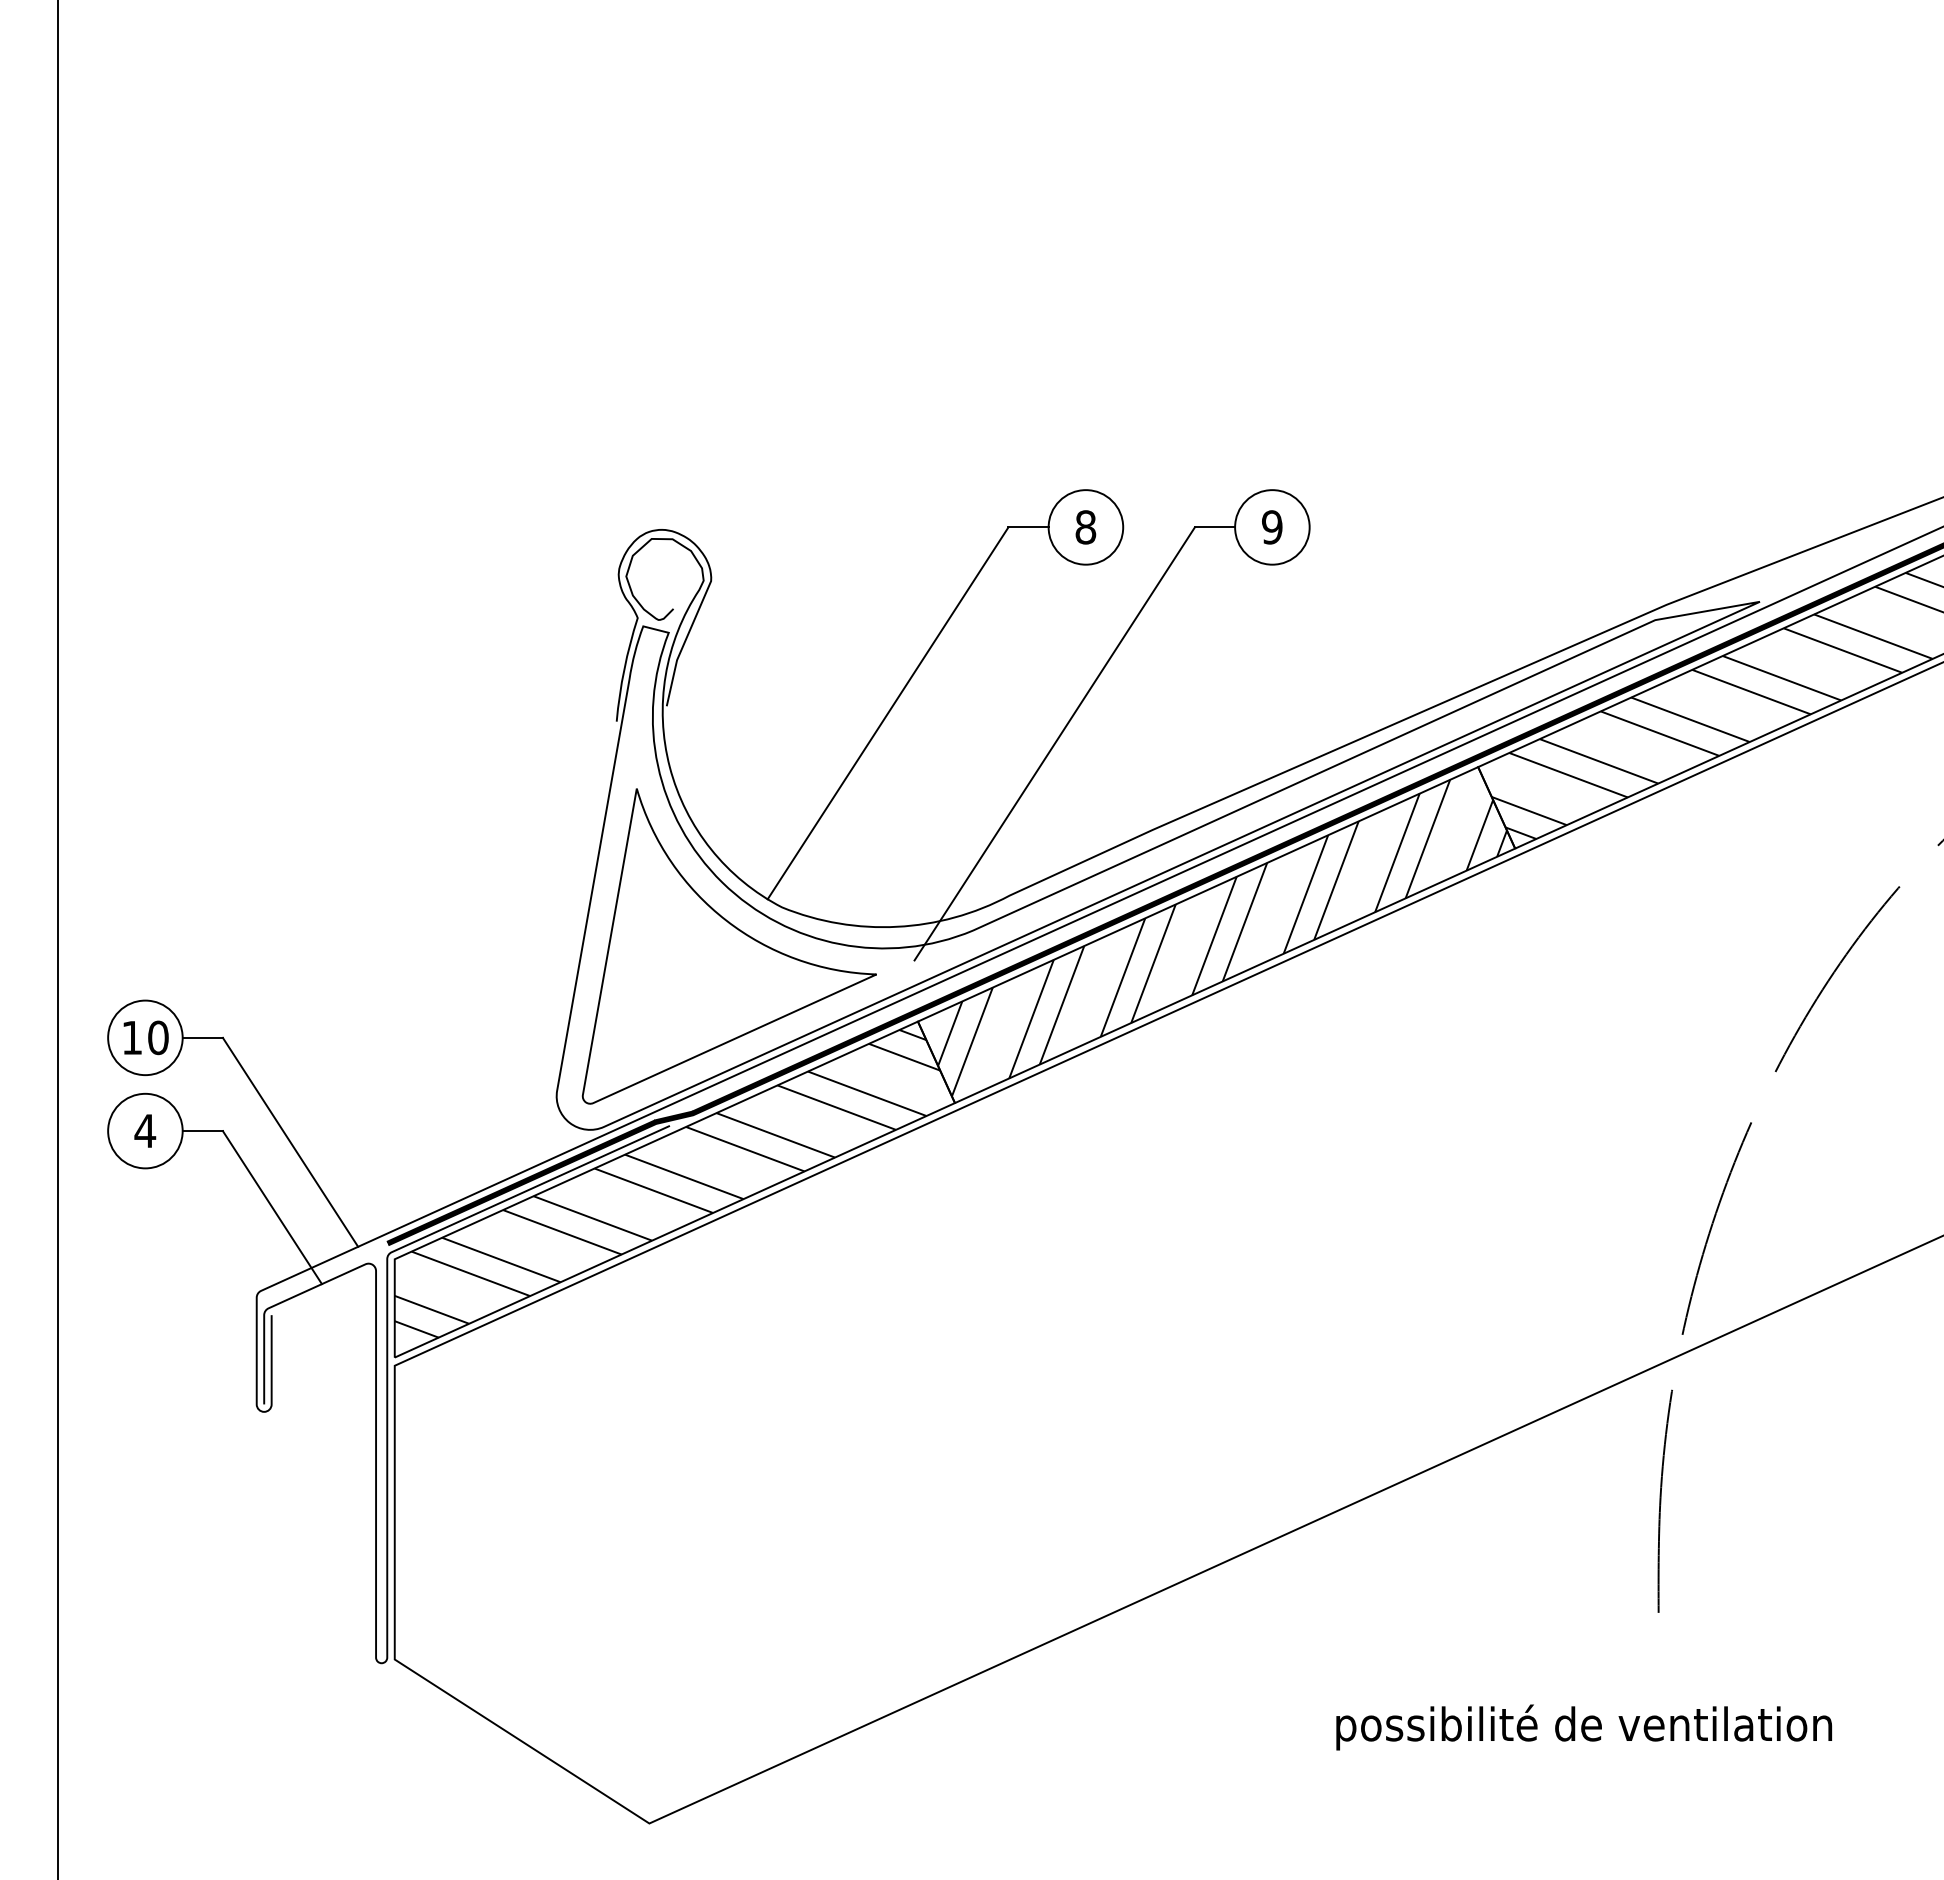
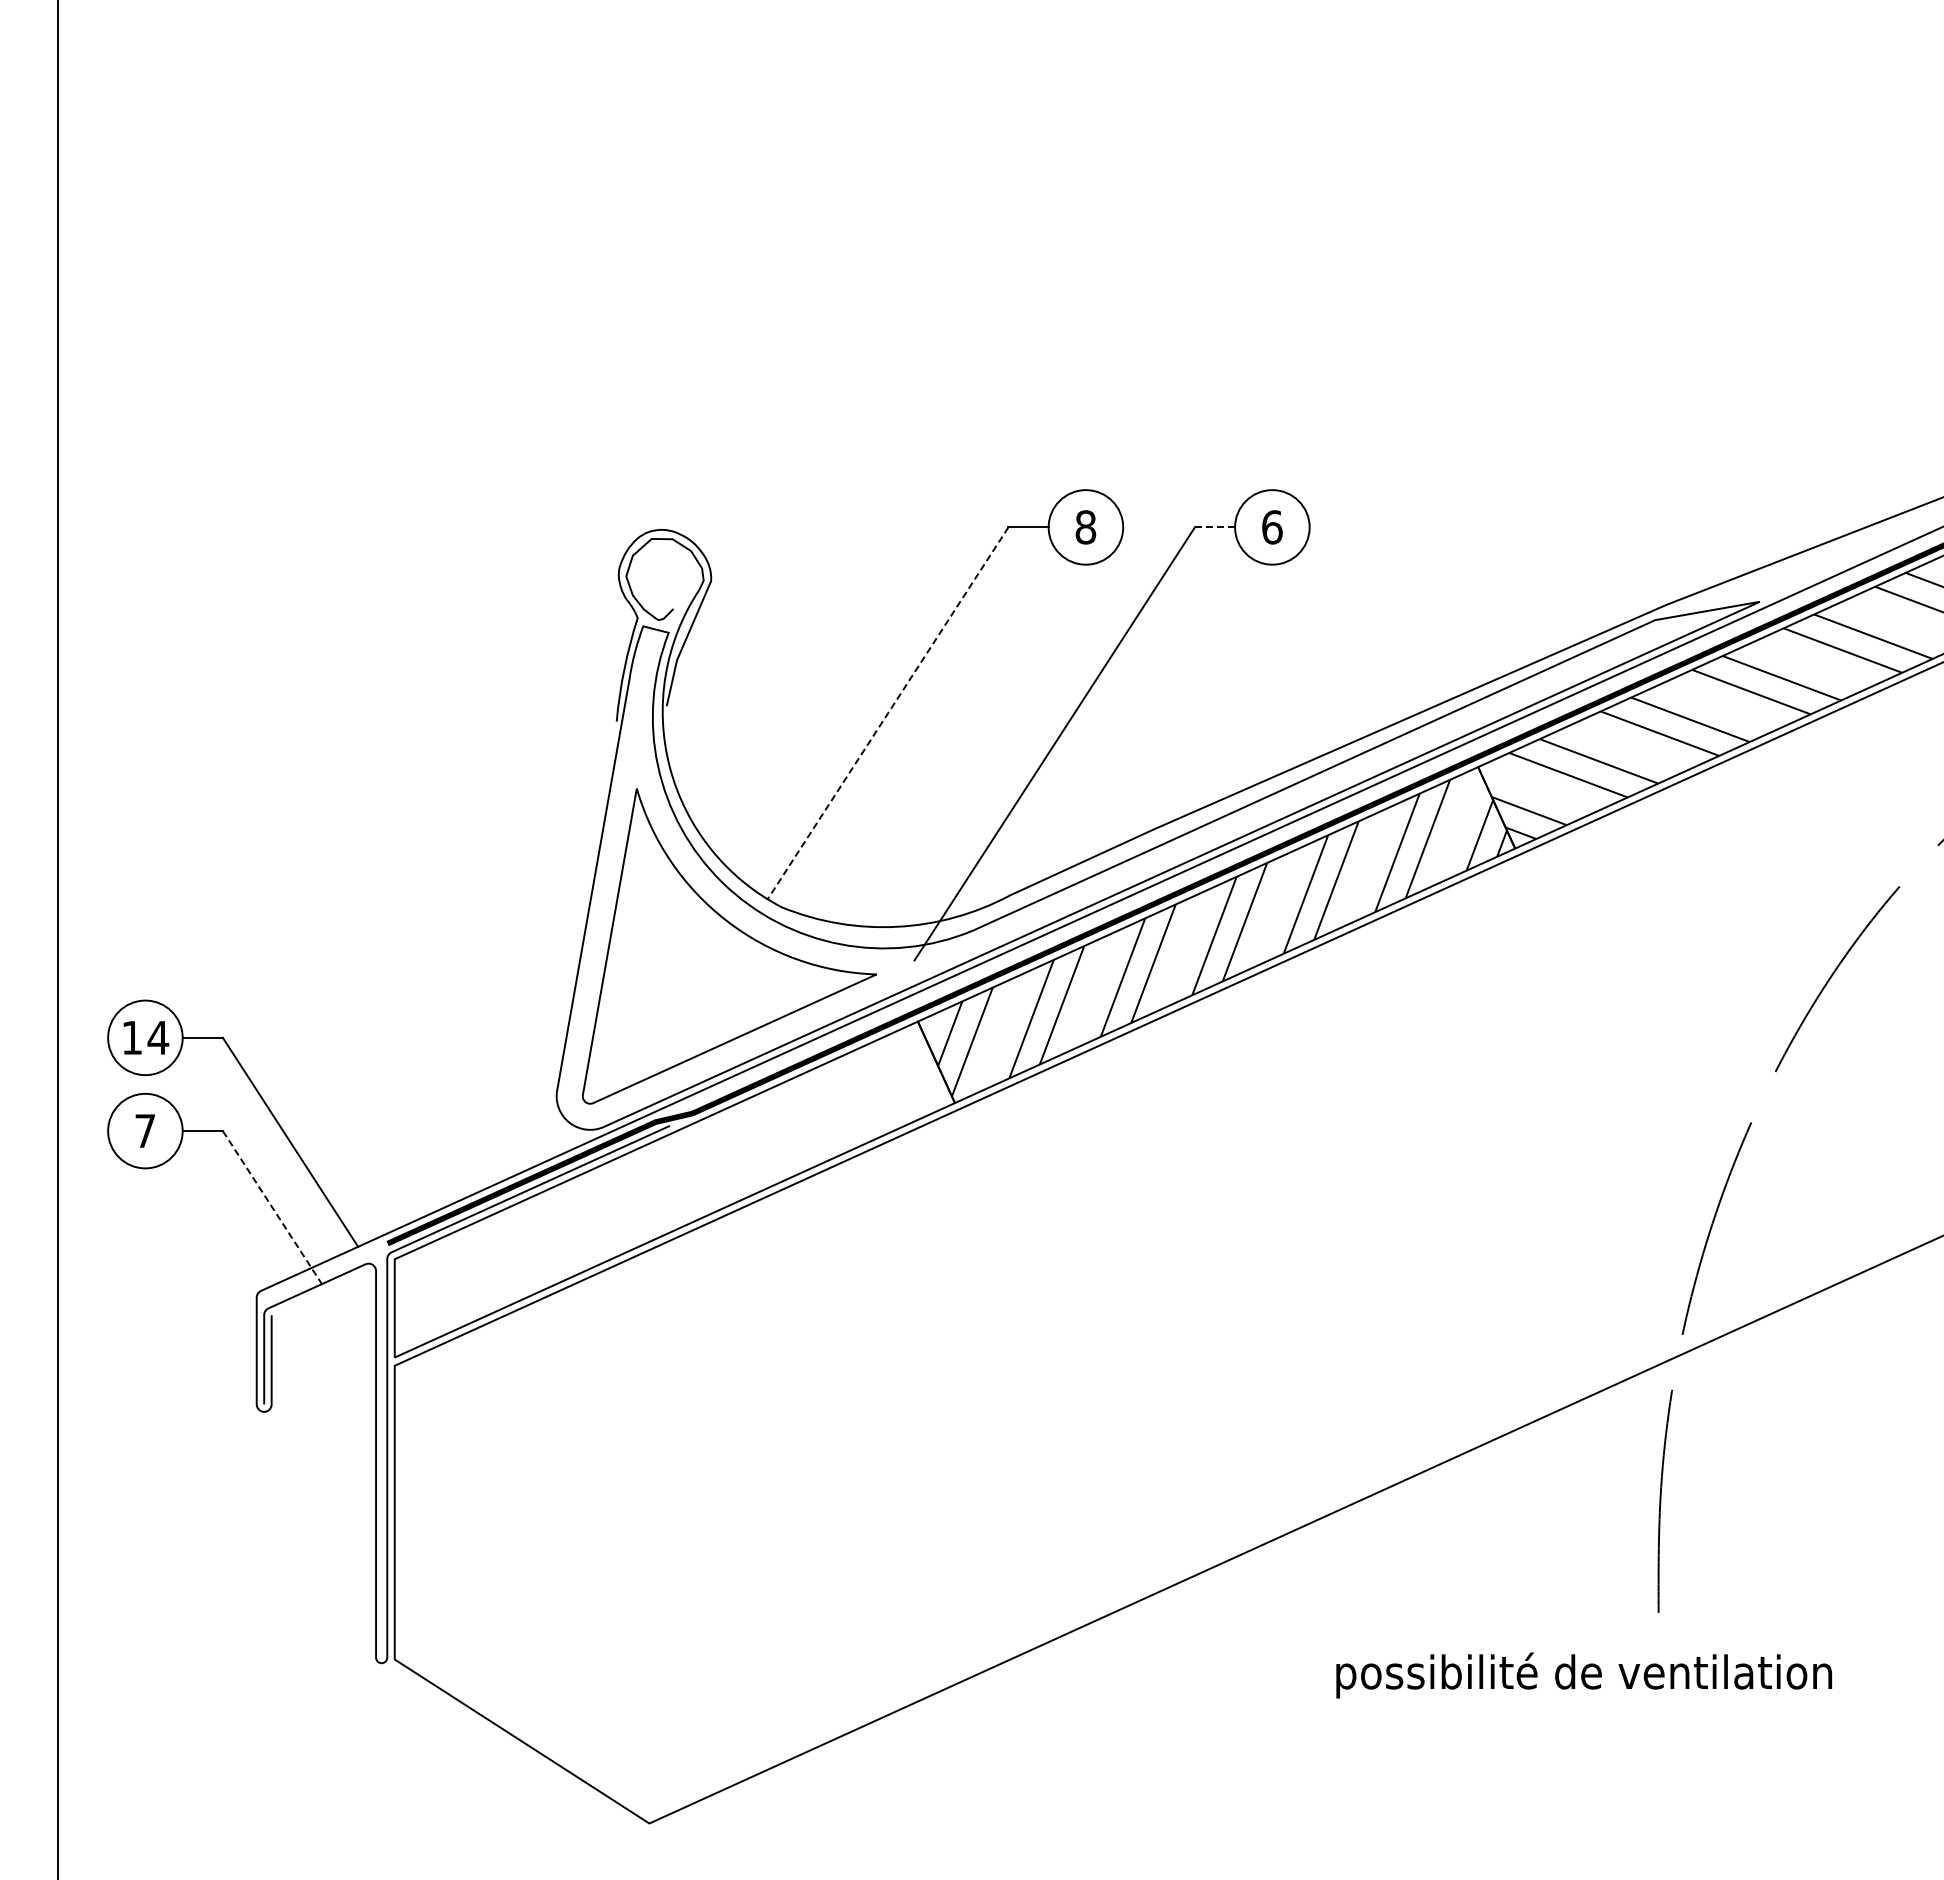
line at (1214, 527): solid -> dashed
text at (1272, 527): 9 -> 6
line at (887, 713): solid -> dashed
text at (158, 1037): 10 -> 14
text at (145, 1130): 4 -> 7
hatch at (667, 1183): present -> none
line at (272, 1208): solid -> dashed
text at (1583, 1727) position: (1583, 1727) -> (1583, 1675)
